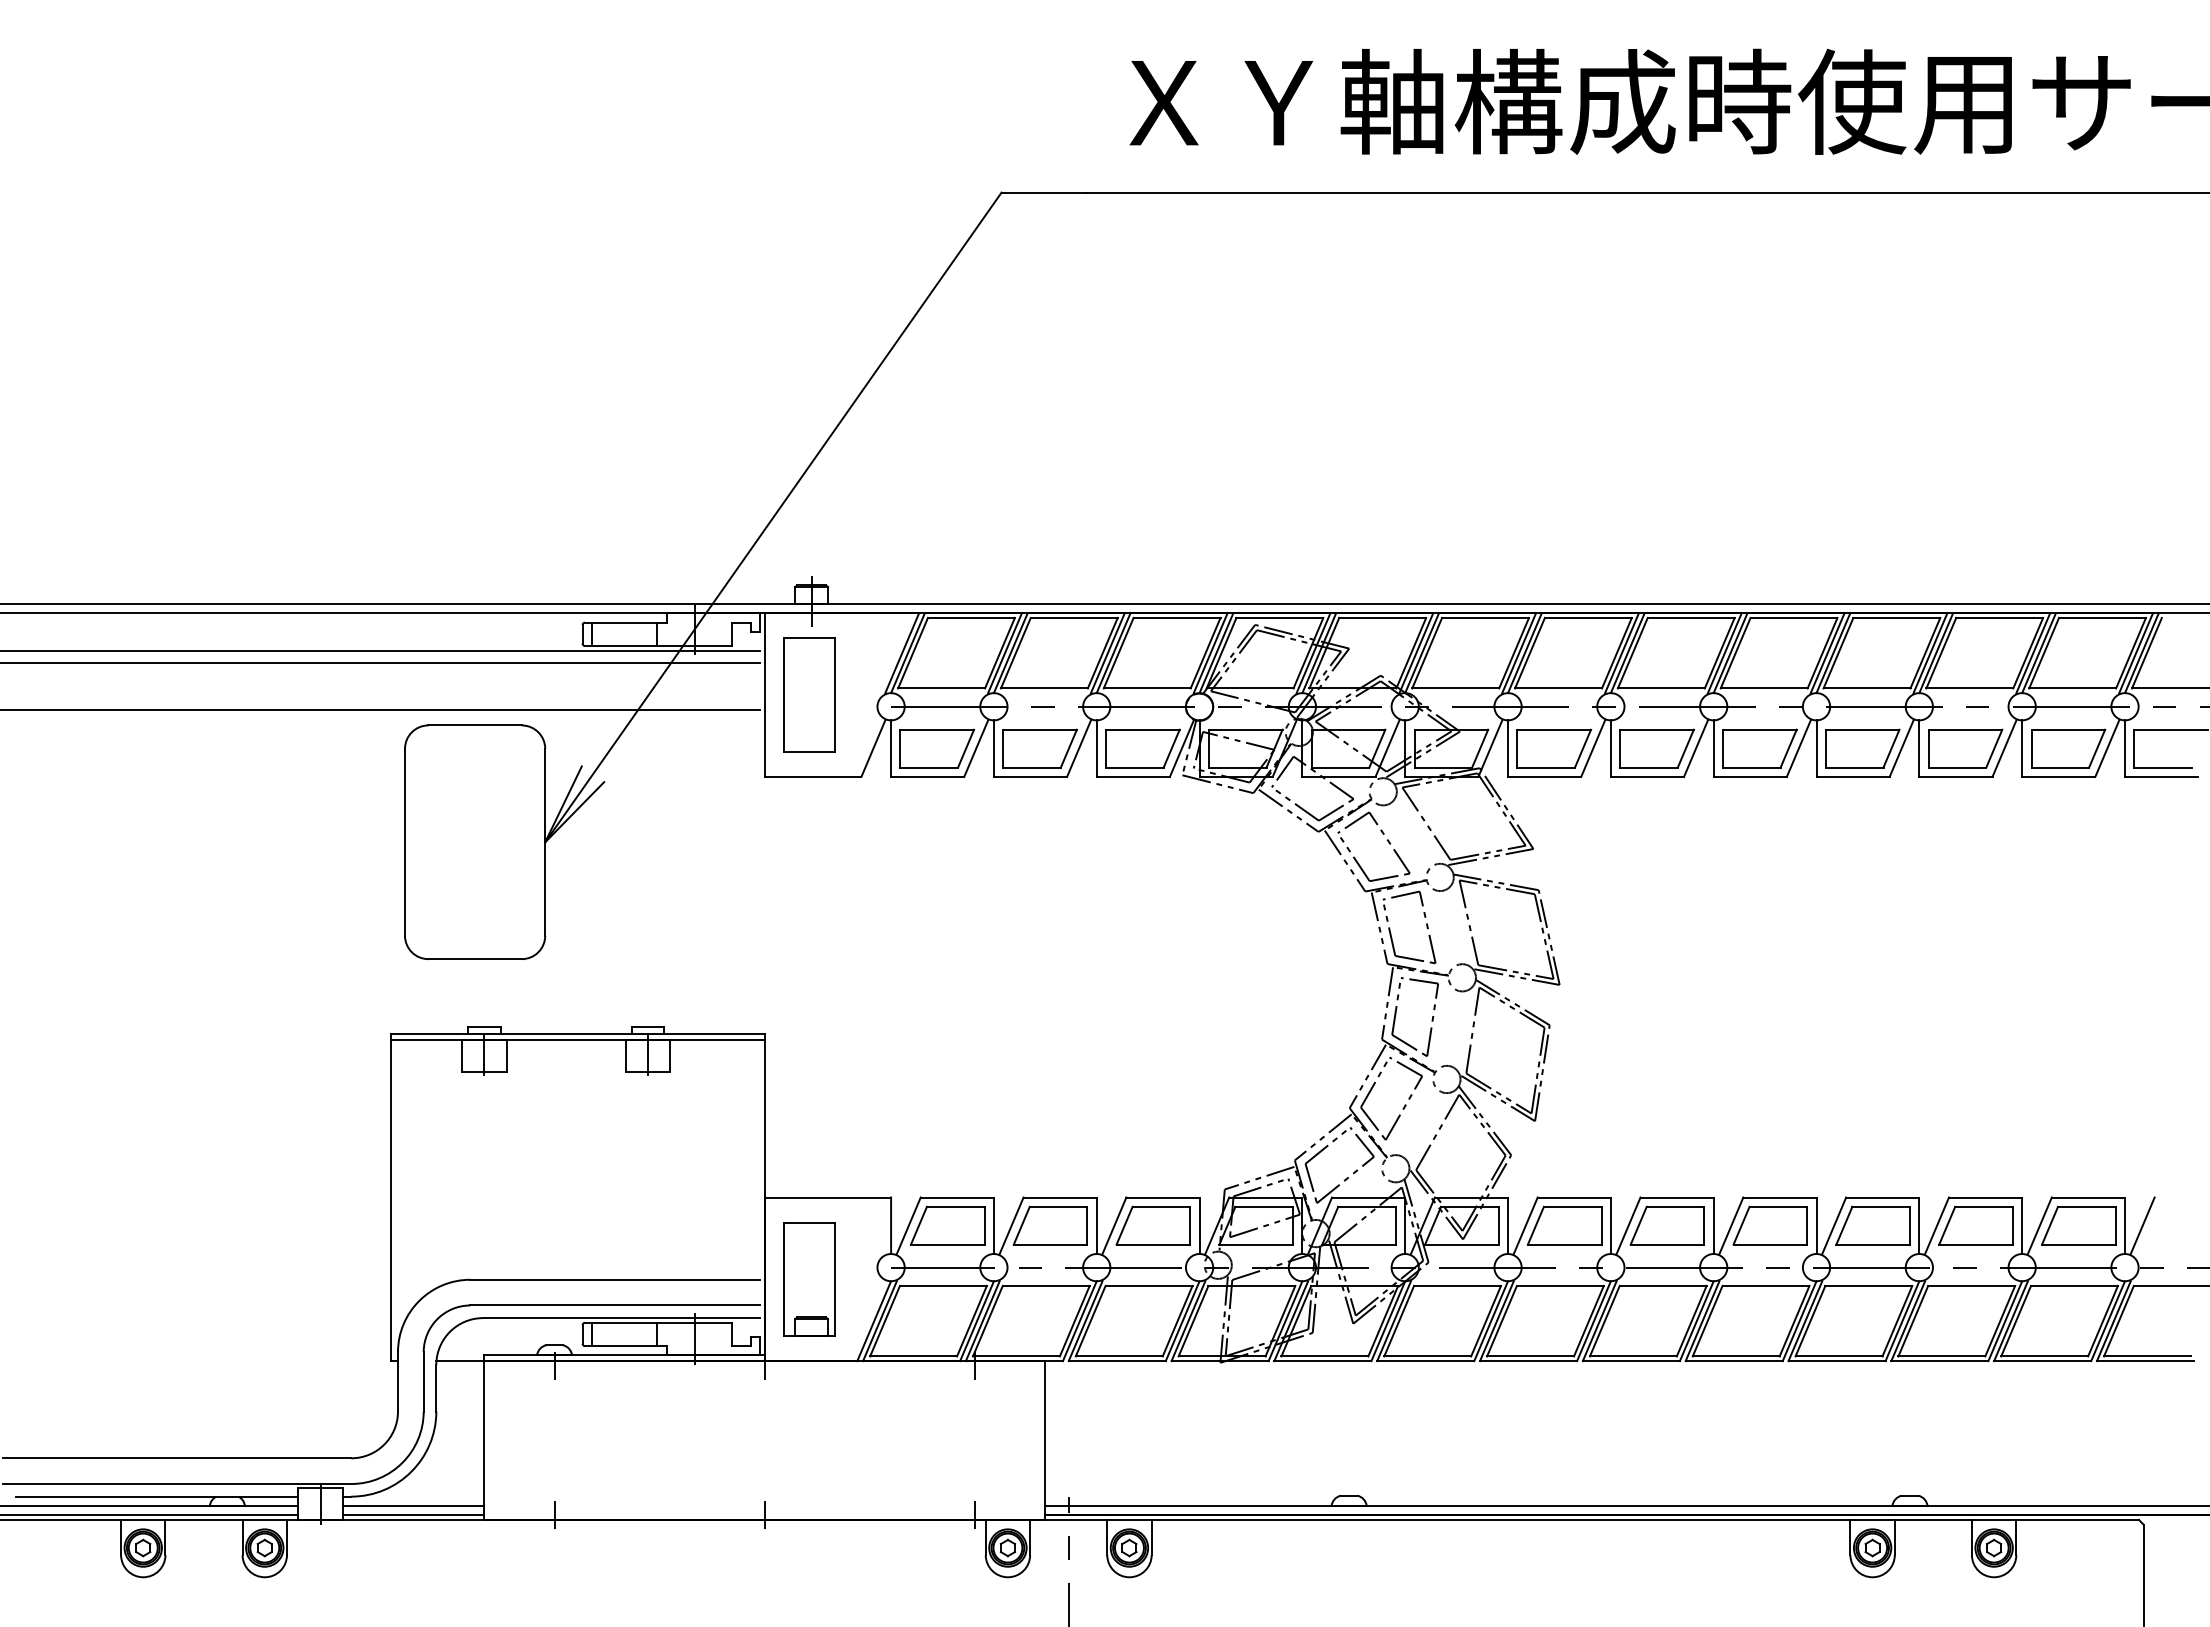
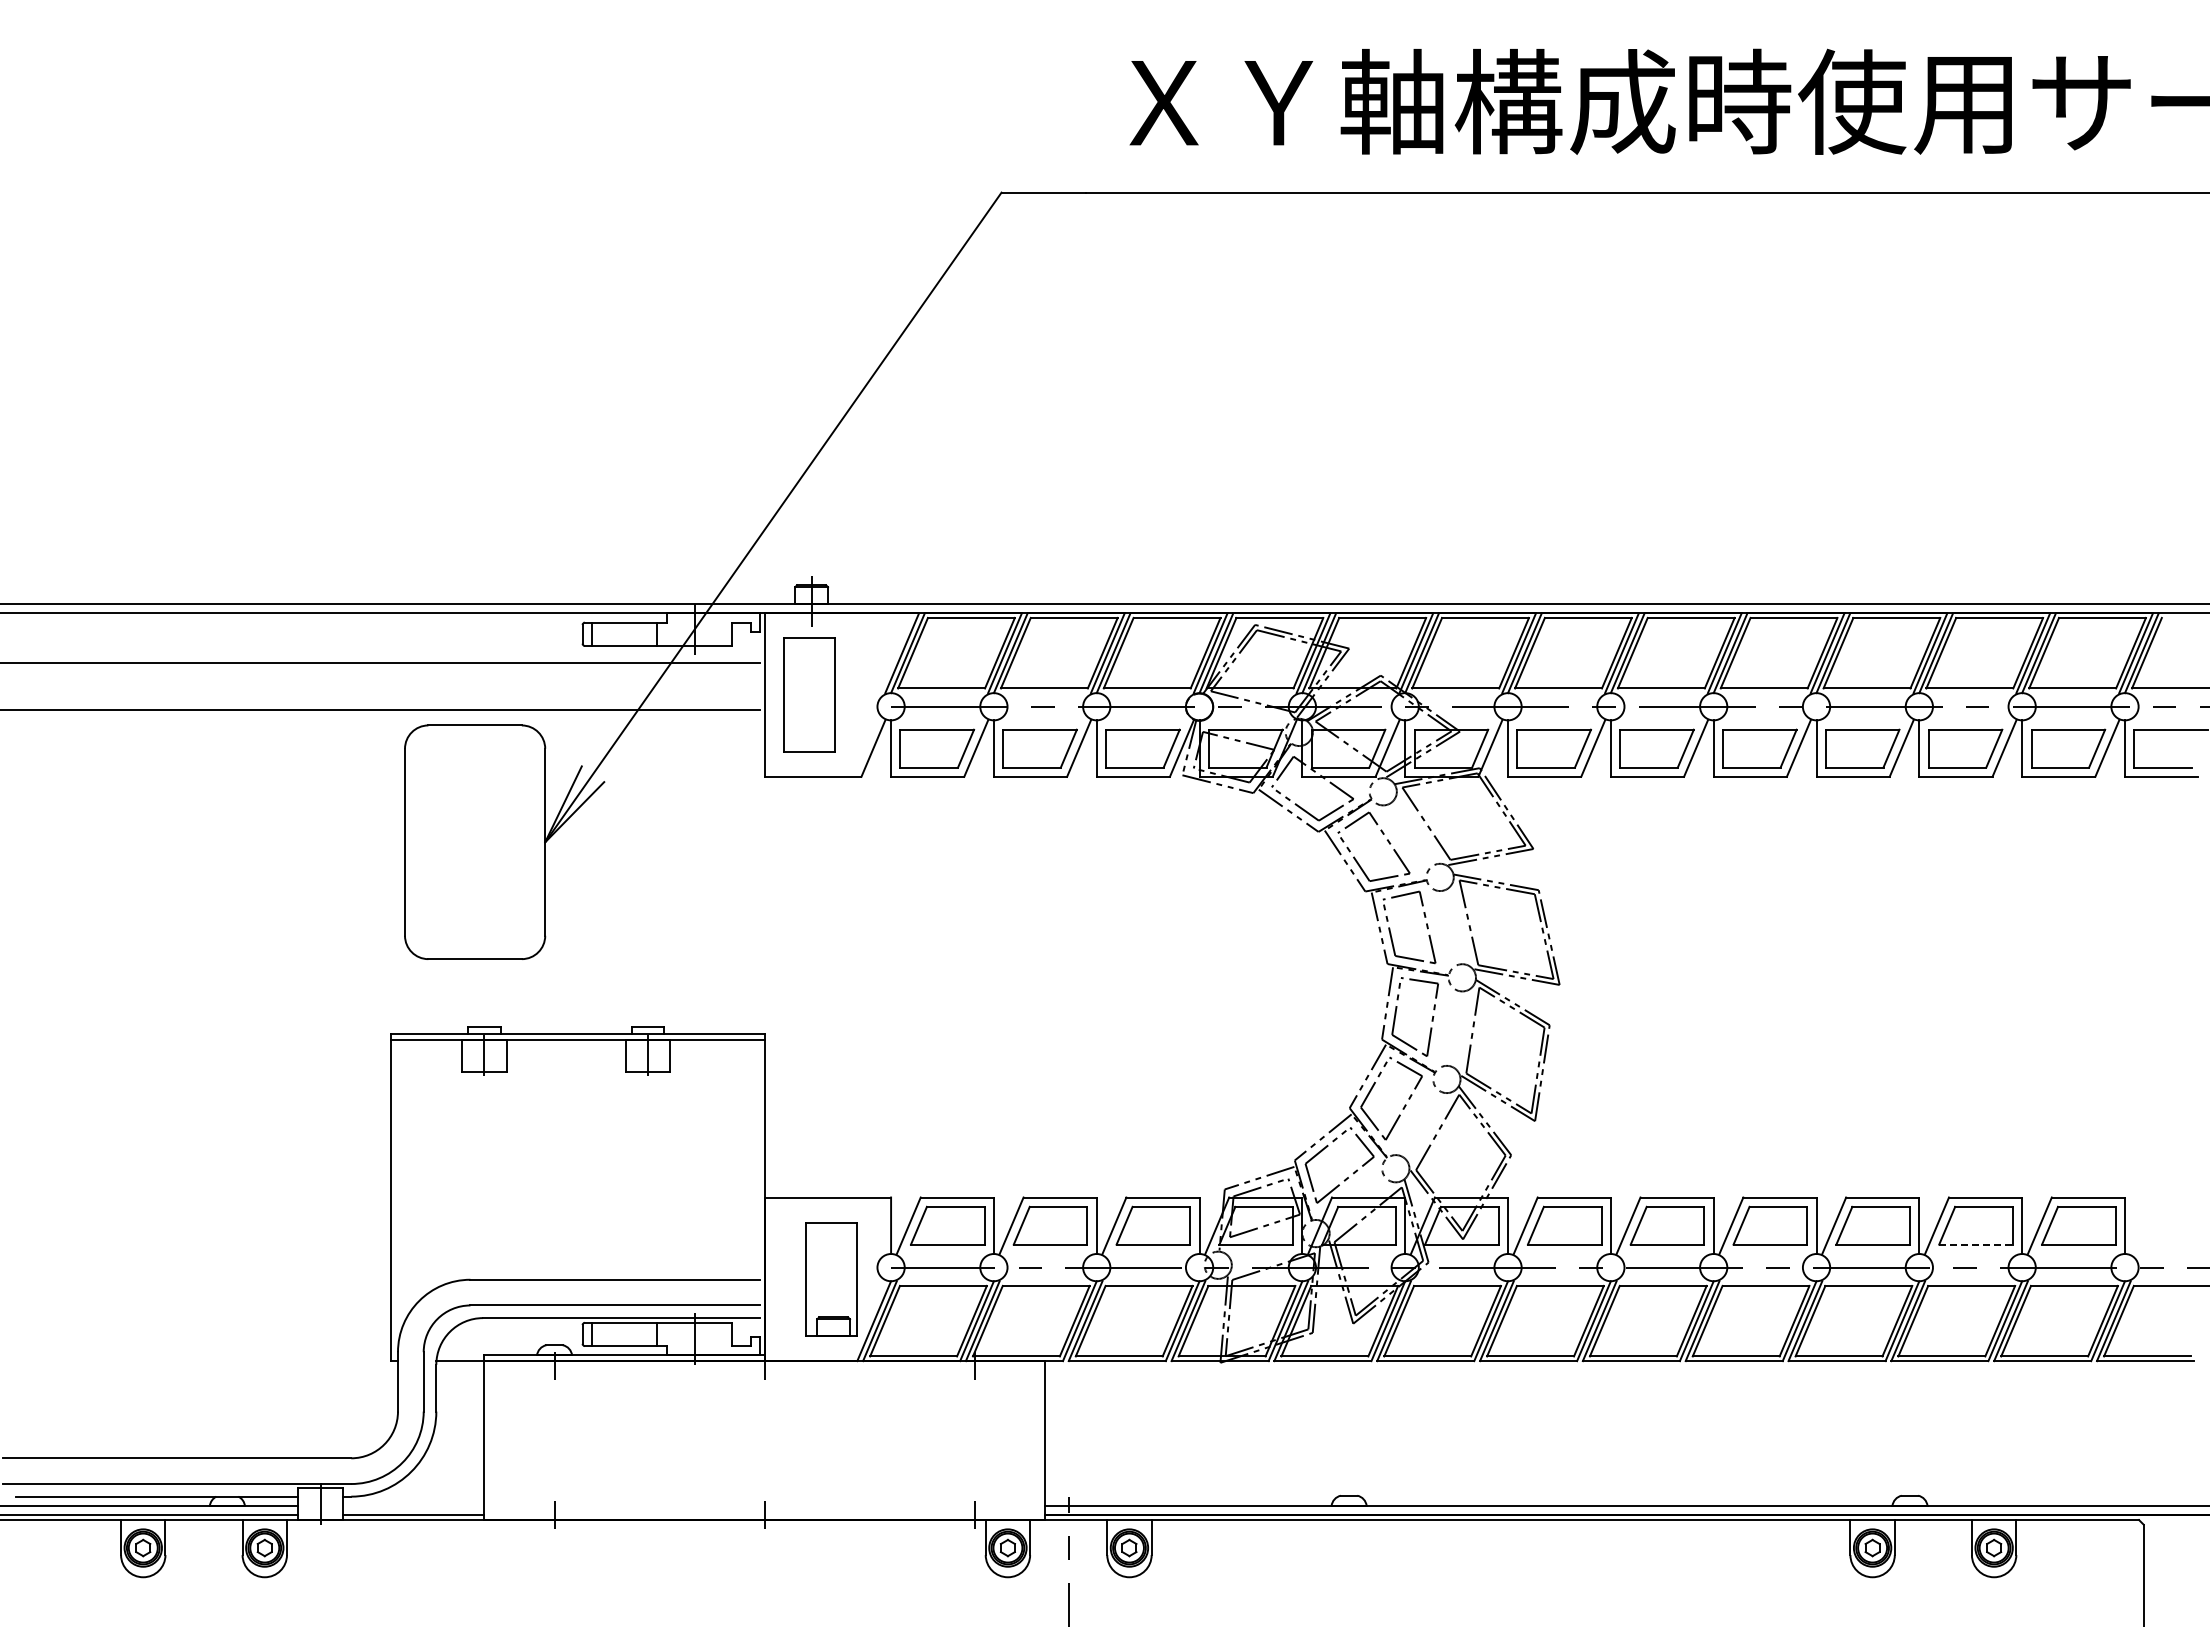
line at (381, 650): present -> none
line at (2142, 1225): present -> none
line at (1976, 1244): solid -> dashed
part at (809, 1279) position: (809, 1279) -> (831, 1279)
line at (413, 1505): present -> none
